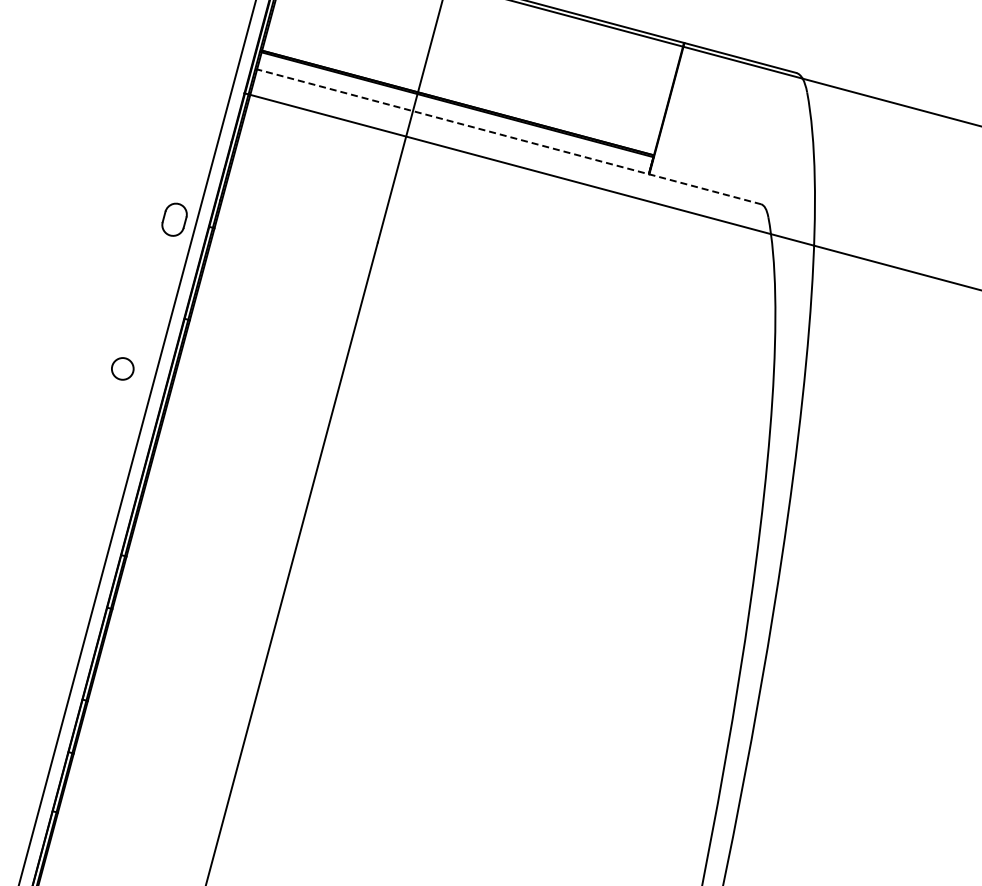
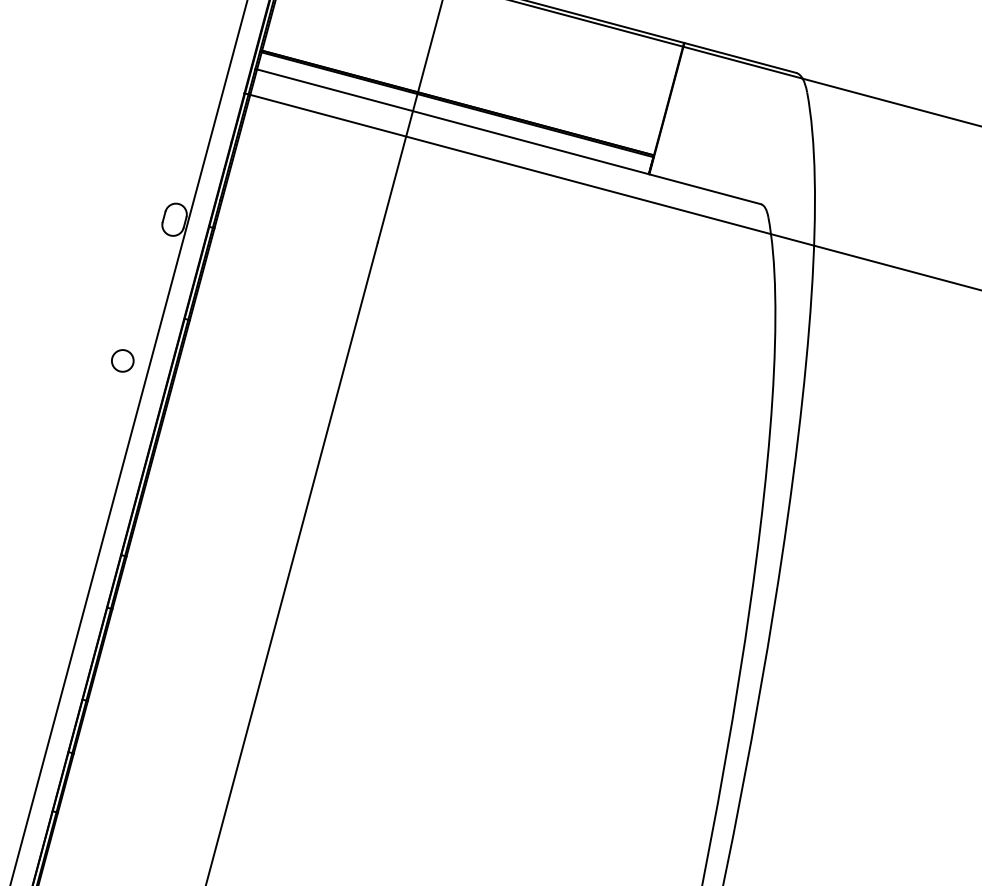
line at (508, 136): dashed -> solid
circle at (122, 368) position: (122, 368) -> (122, 360)
line at (137, 442) position: (137, 442) -> (128, 442)
